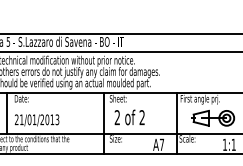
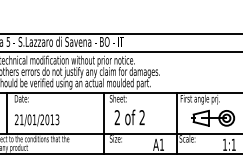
text at (162, 144): A7 -> A1
